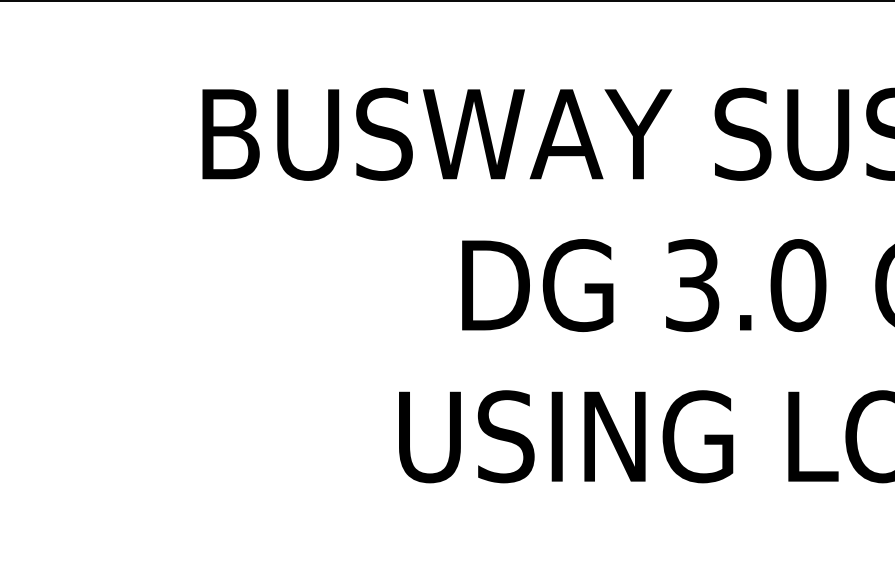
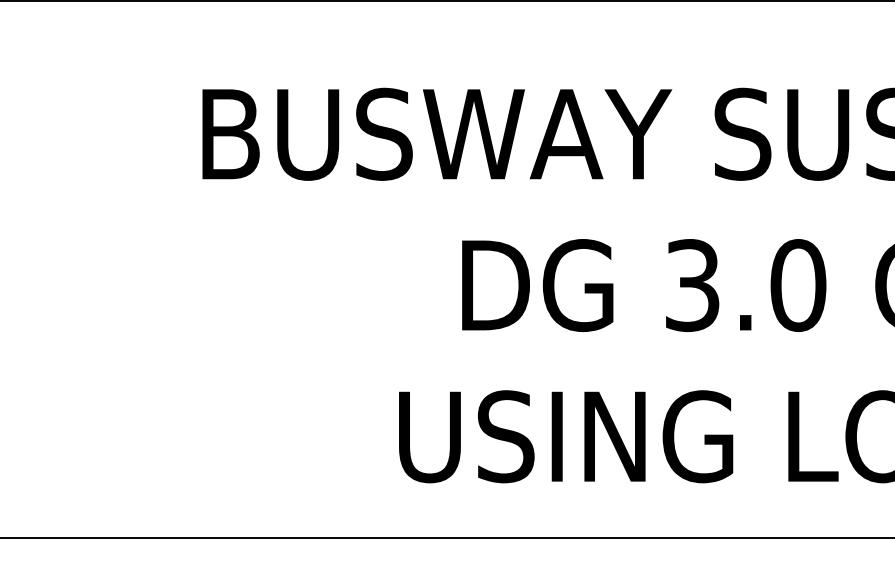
line at (446, 538): none -> present
